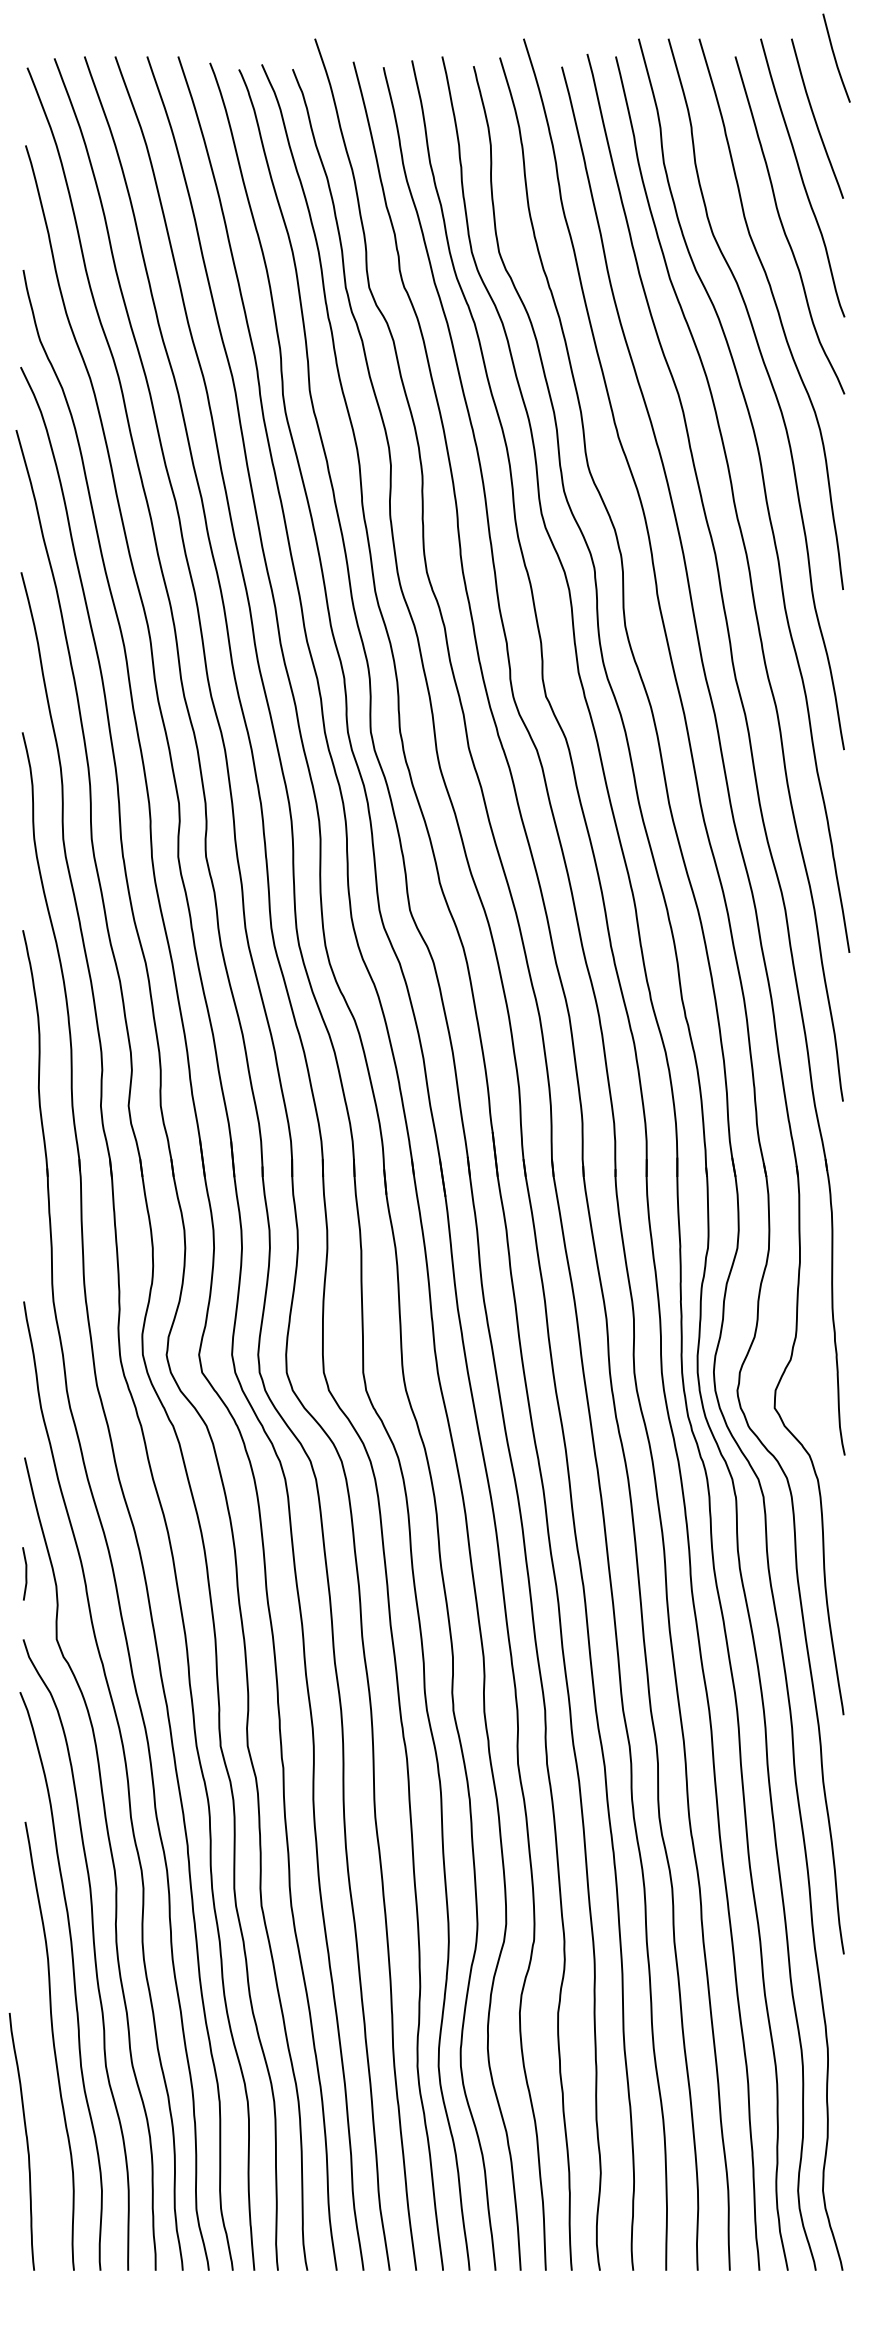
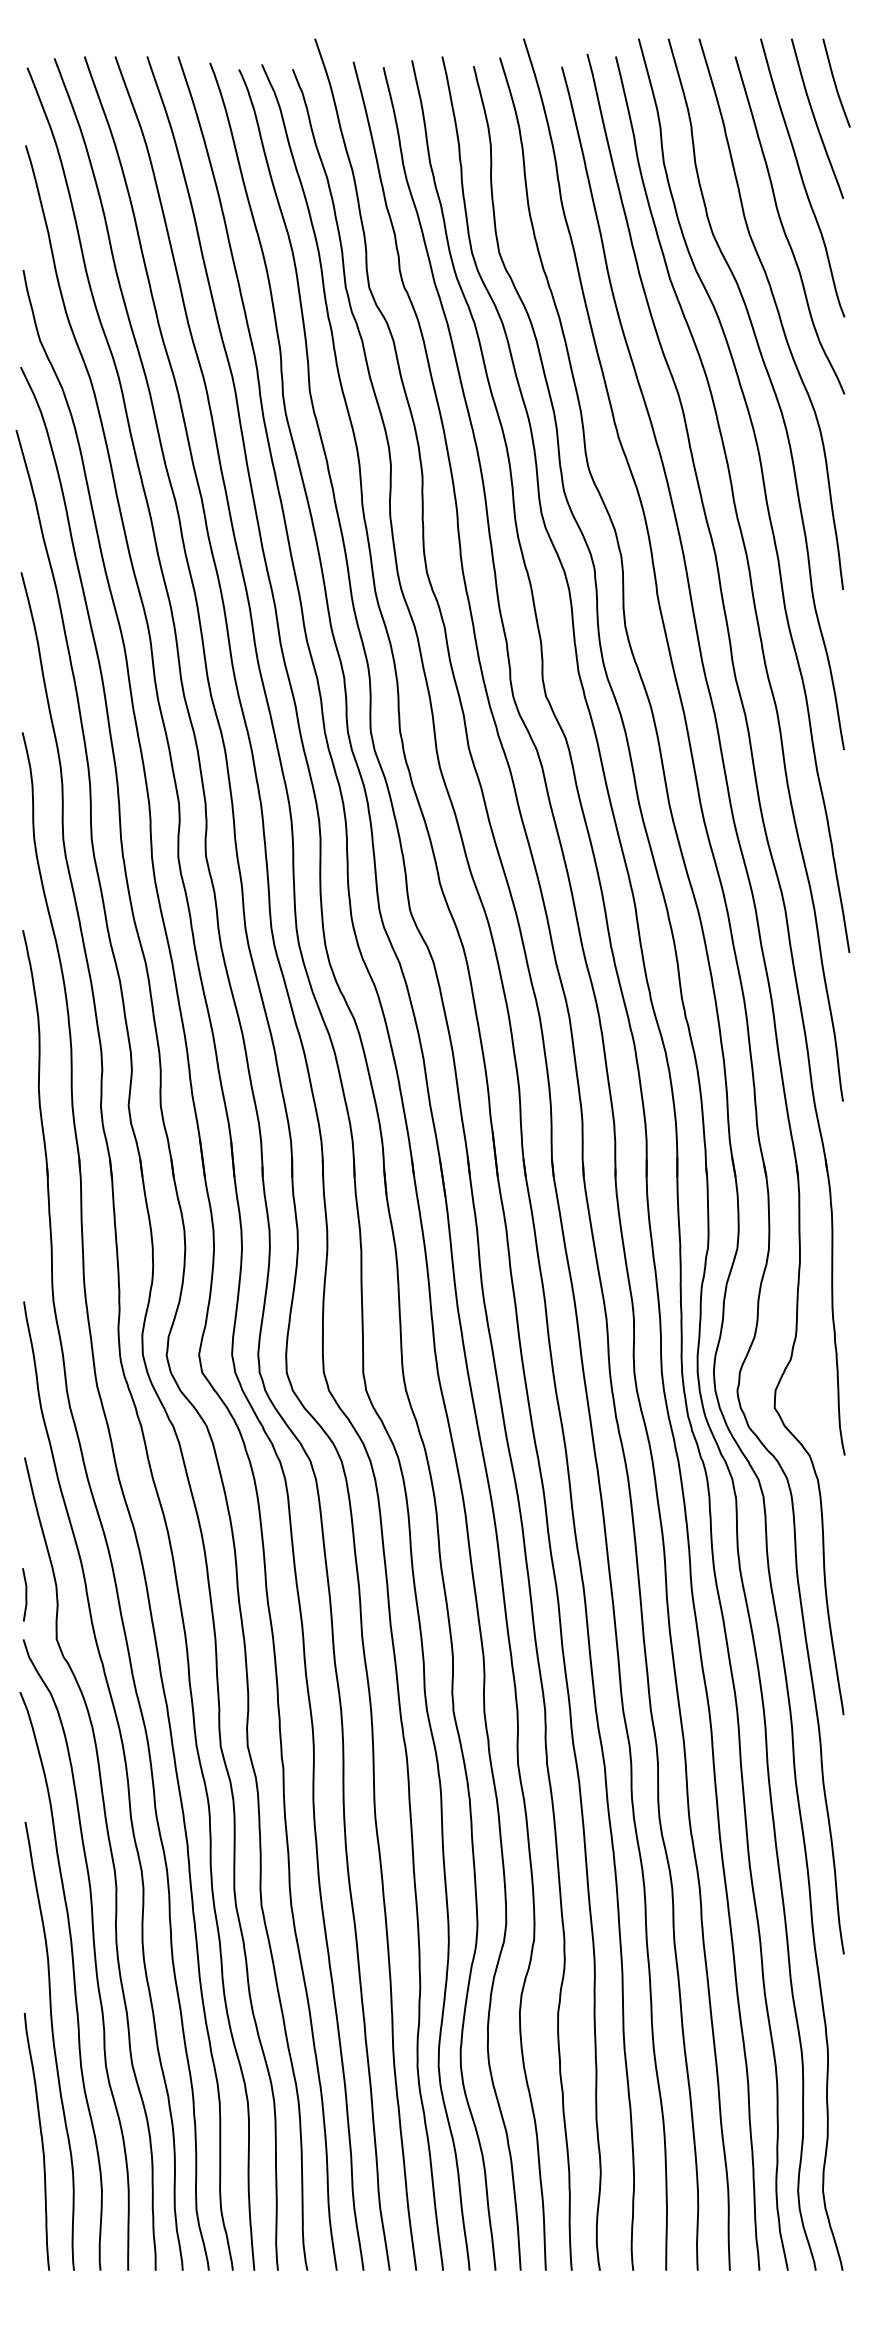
curve at (835, 57) position: (835, 57) -> (835, 82)
line at (25, 1573) position: (25, 1573) -> (25, 1594)
curve at (26, 2141) position: (26, 2141) -> (41, 2141)
